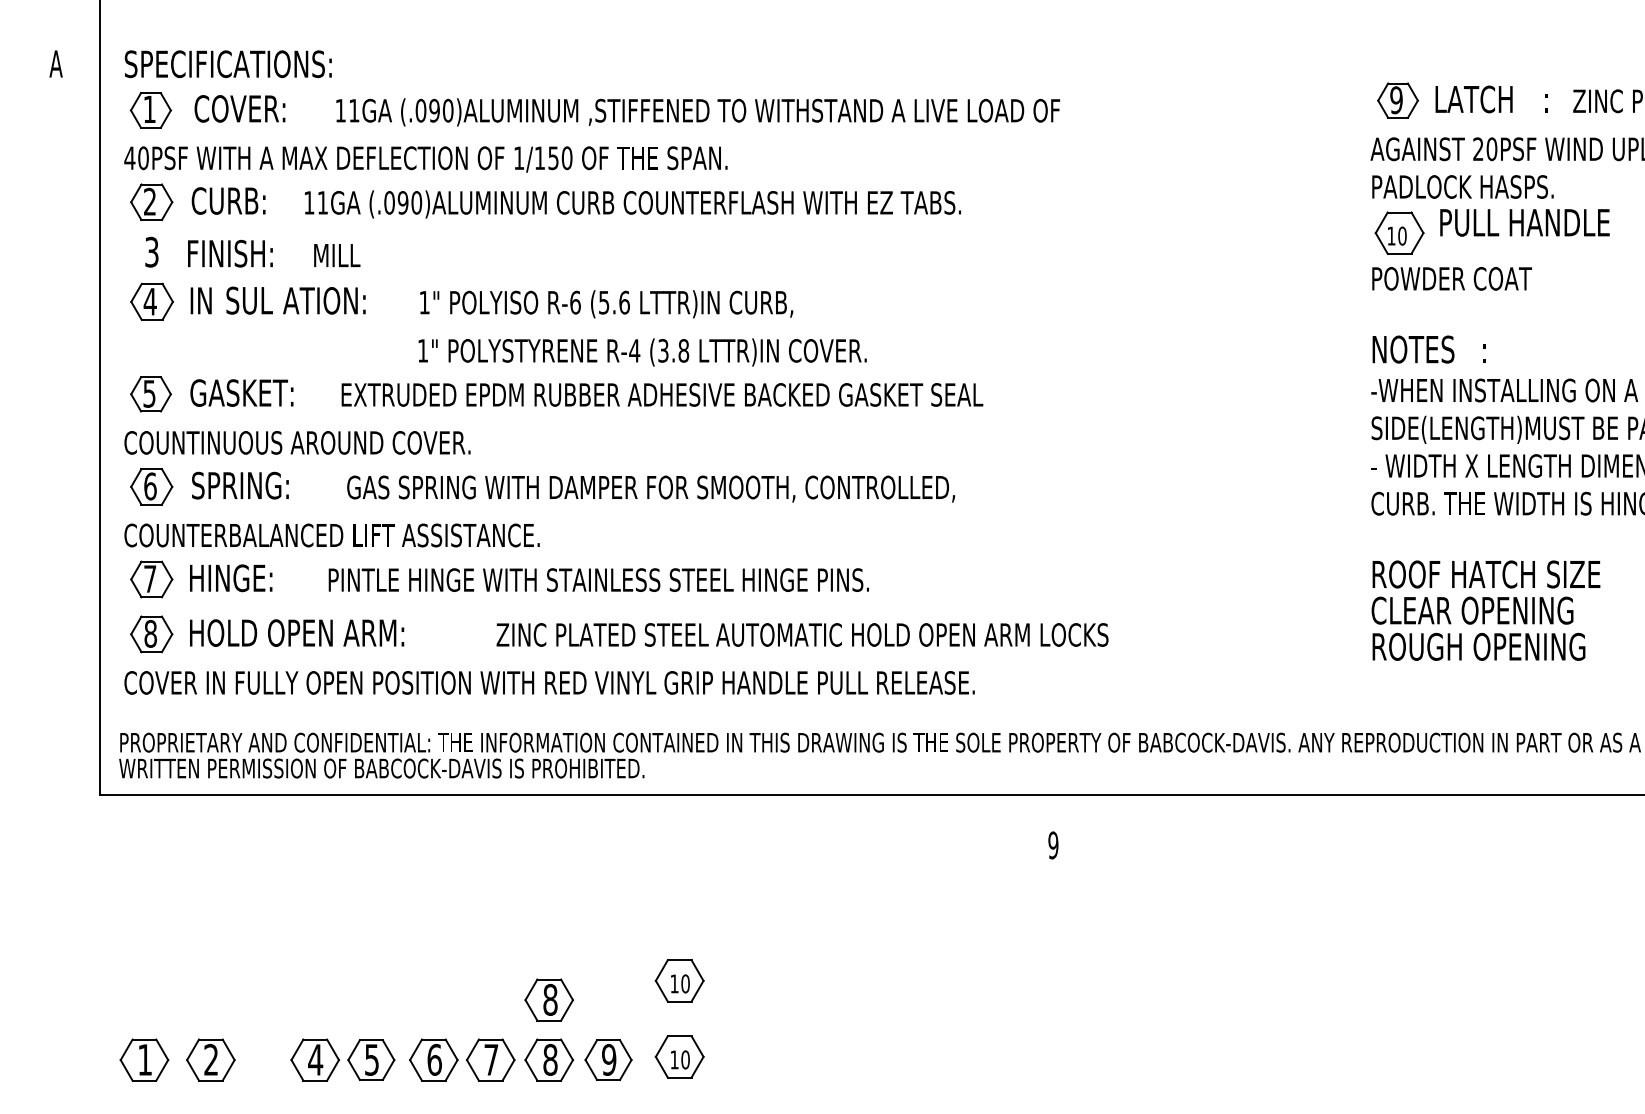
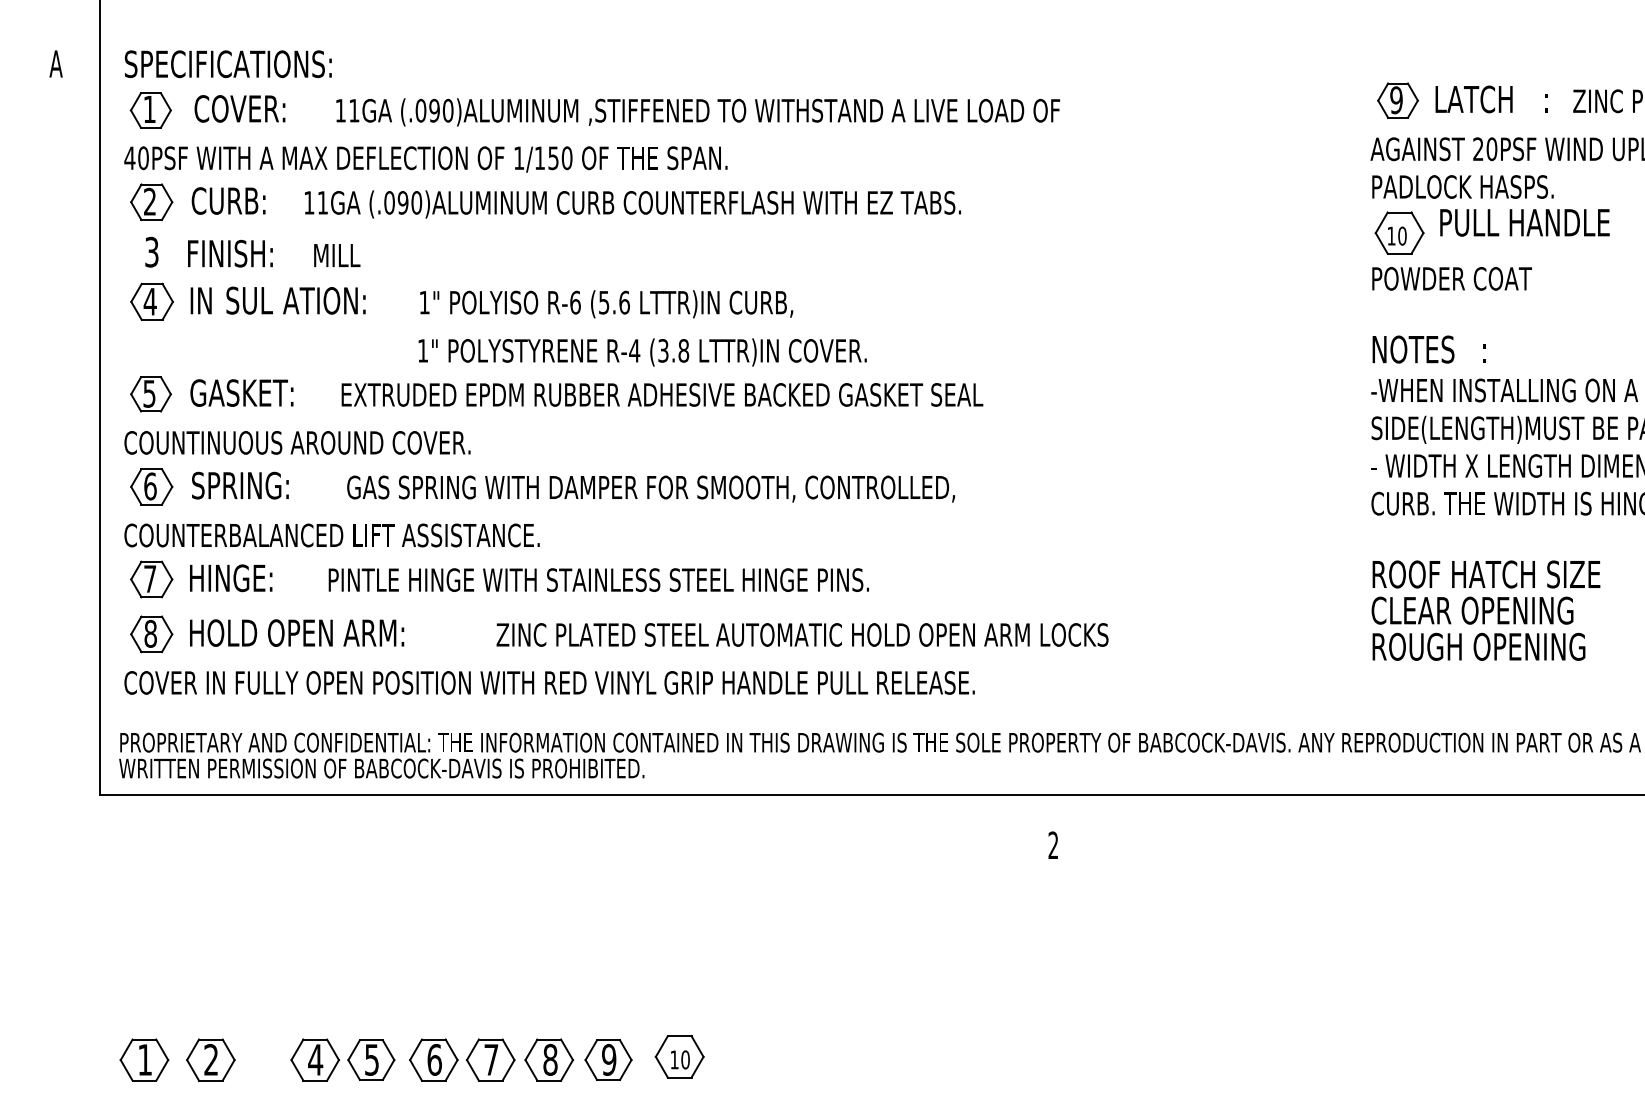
text at (1053, 845): 9 -> 2
part at (679, 980): present -> none
part at (549, 999): present -> none
